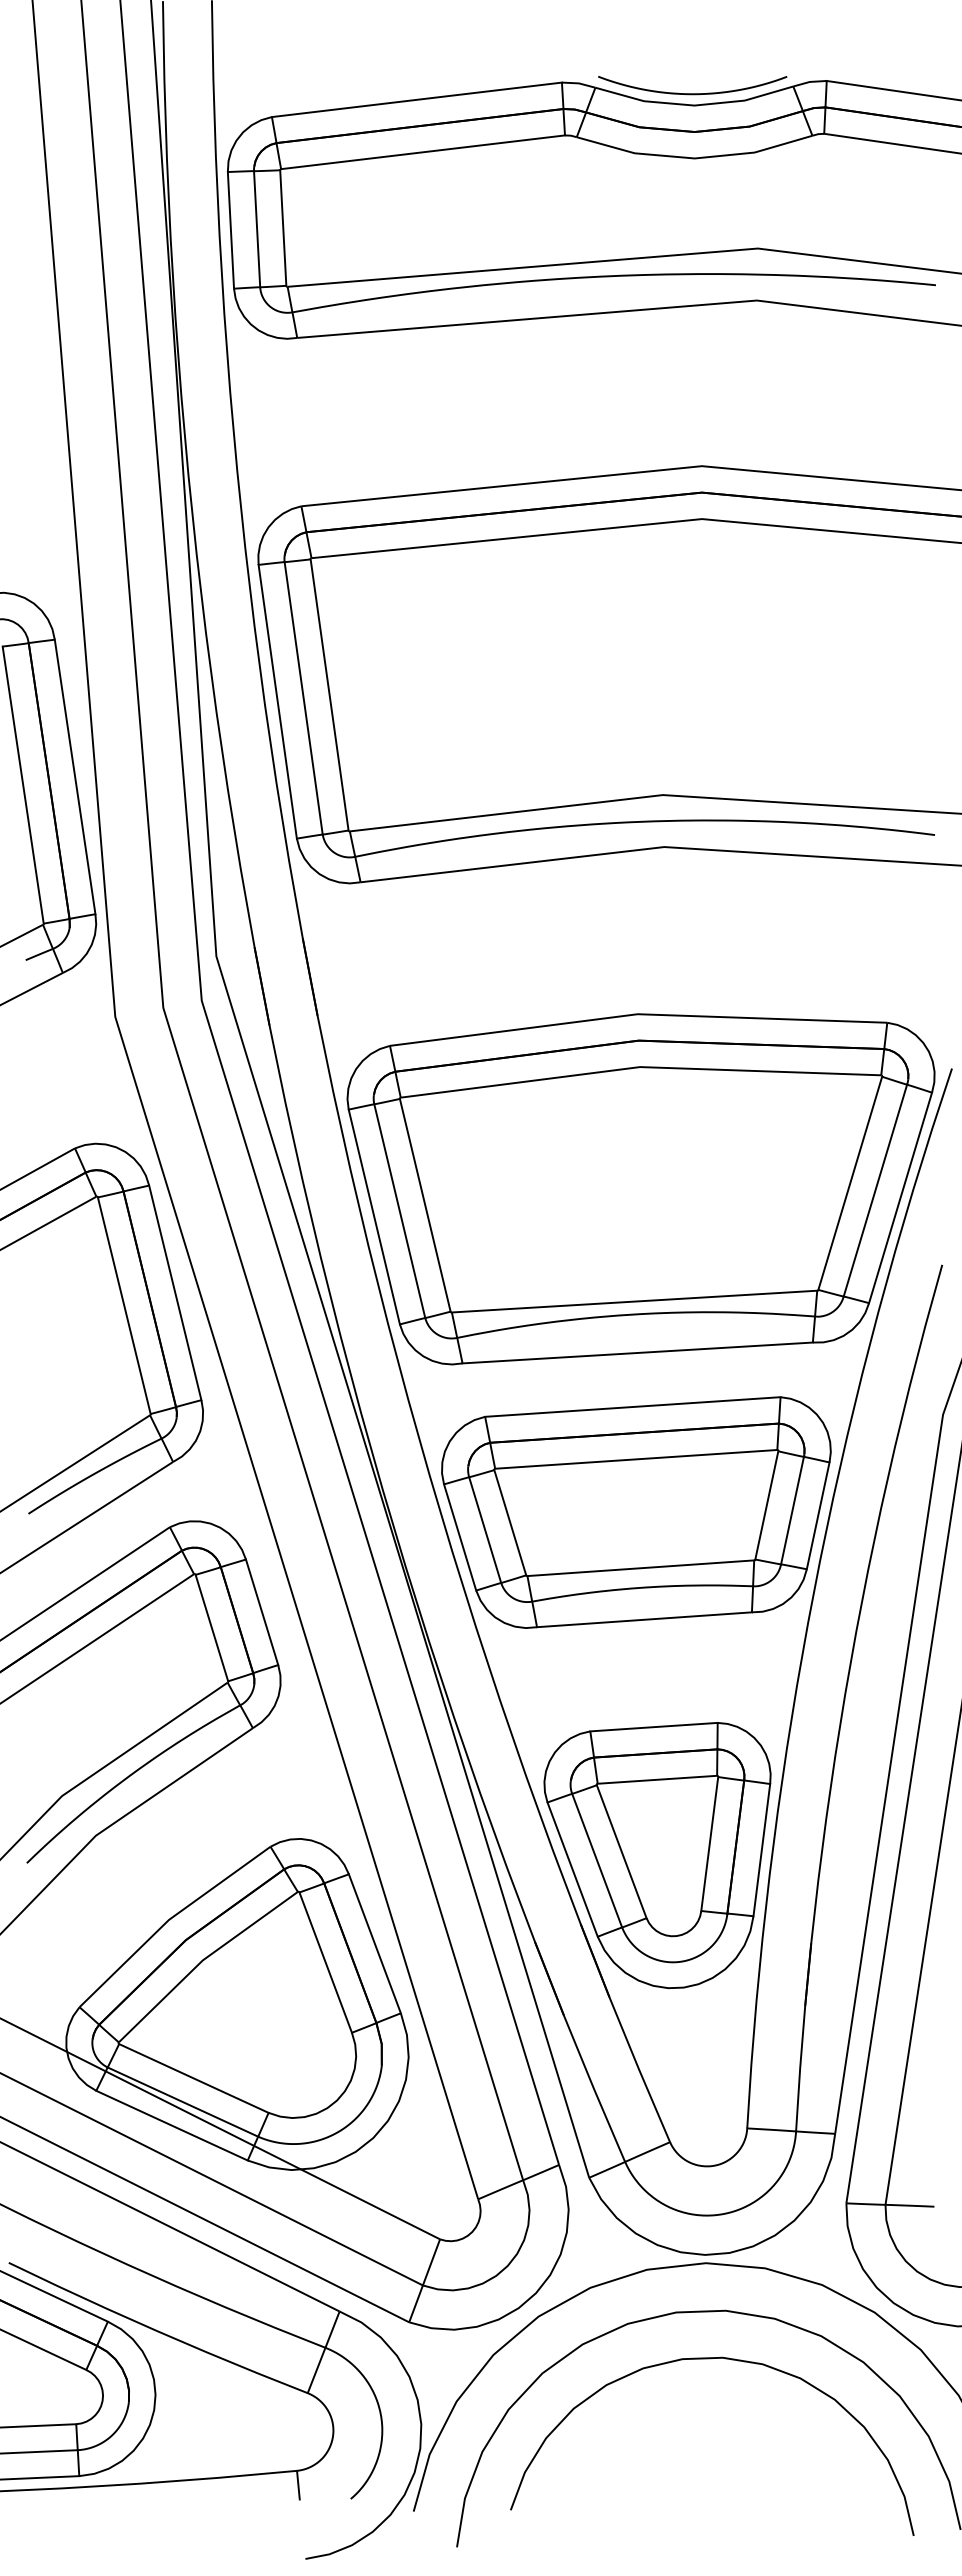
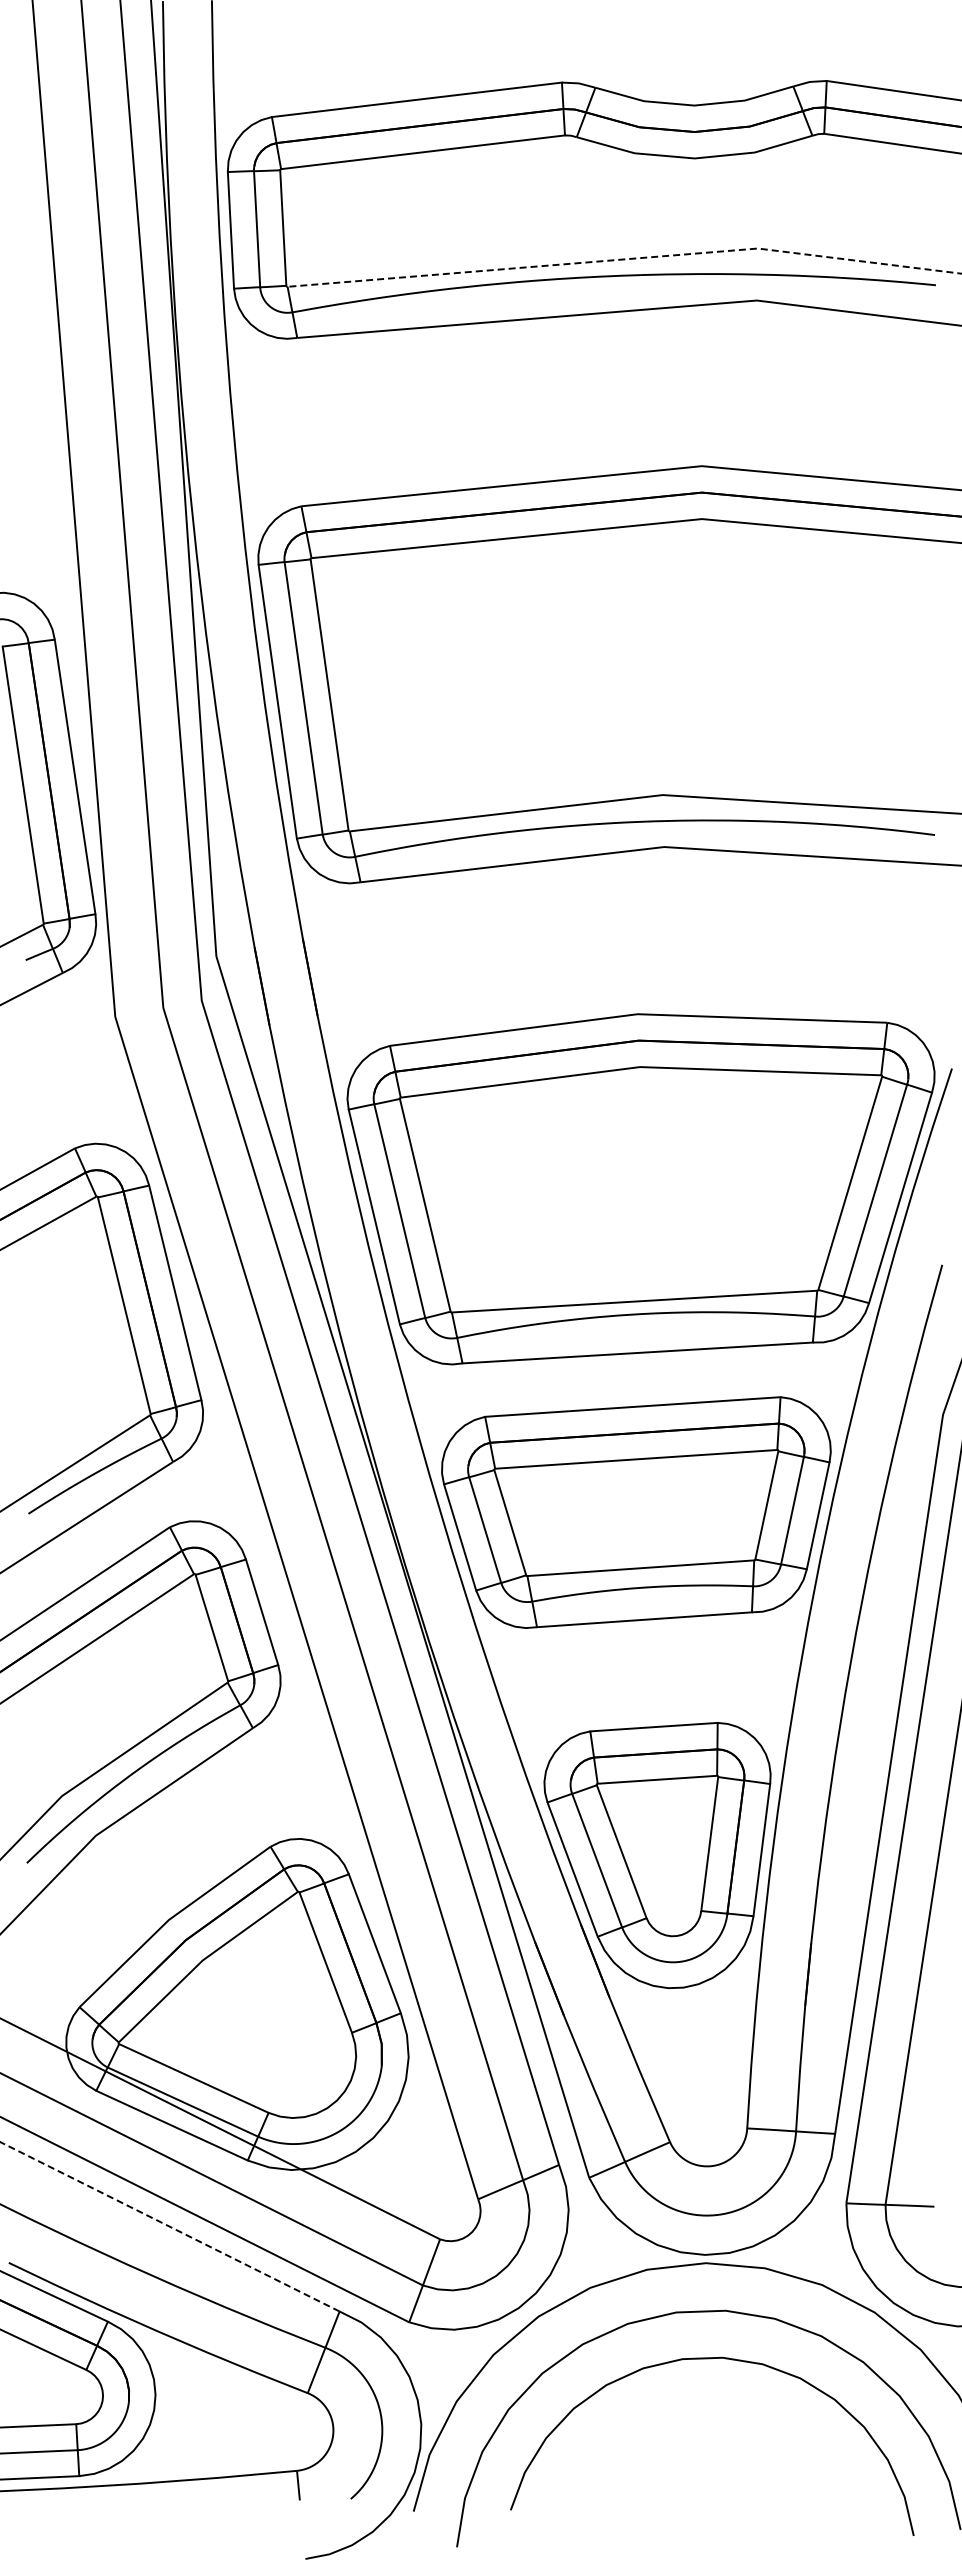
curve at (692, 93): present -> none
line at (625, 259): solid -> dashed
line at (169, 2226): solid -> dashed
